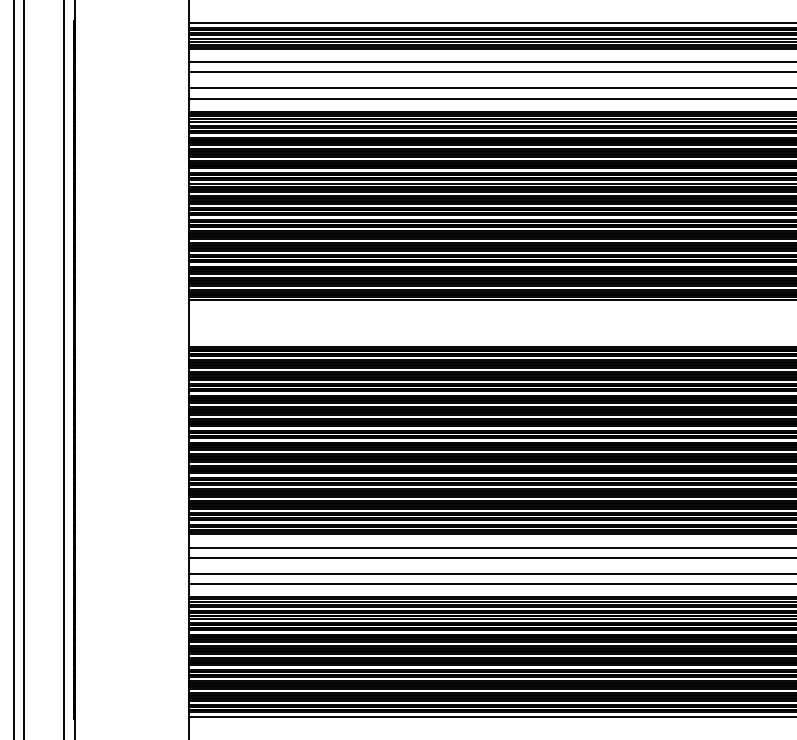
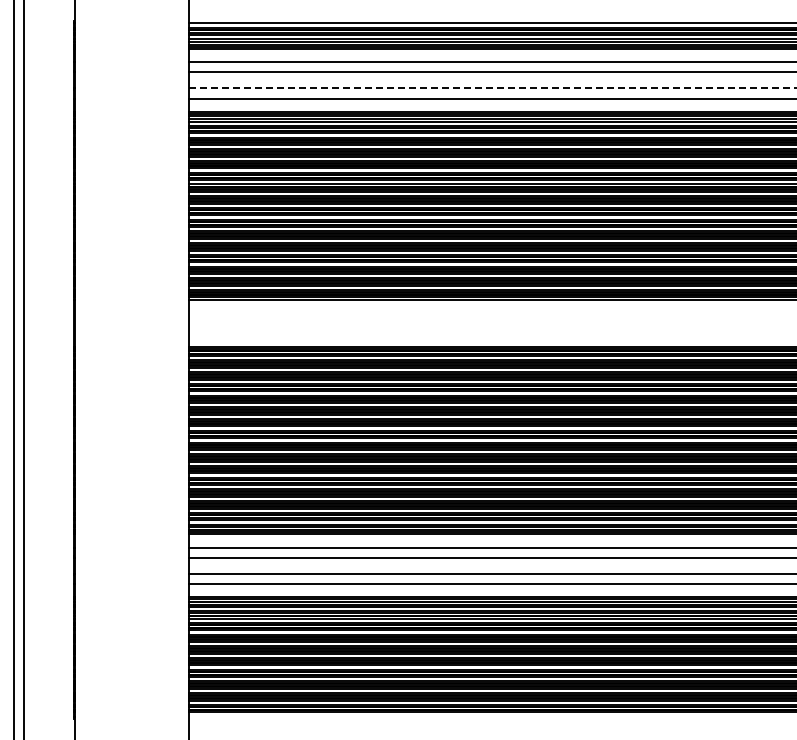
line at (492, 88): solid -> dashed
line at (64, 369): present -> none
line at (490, 716): present -> none
